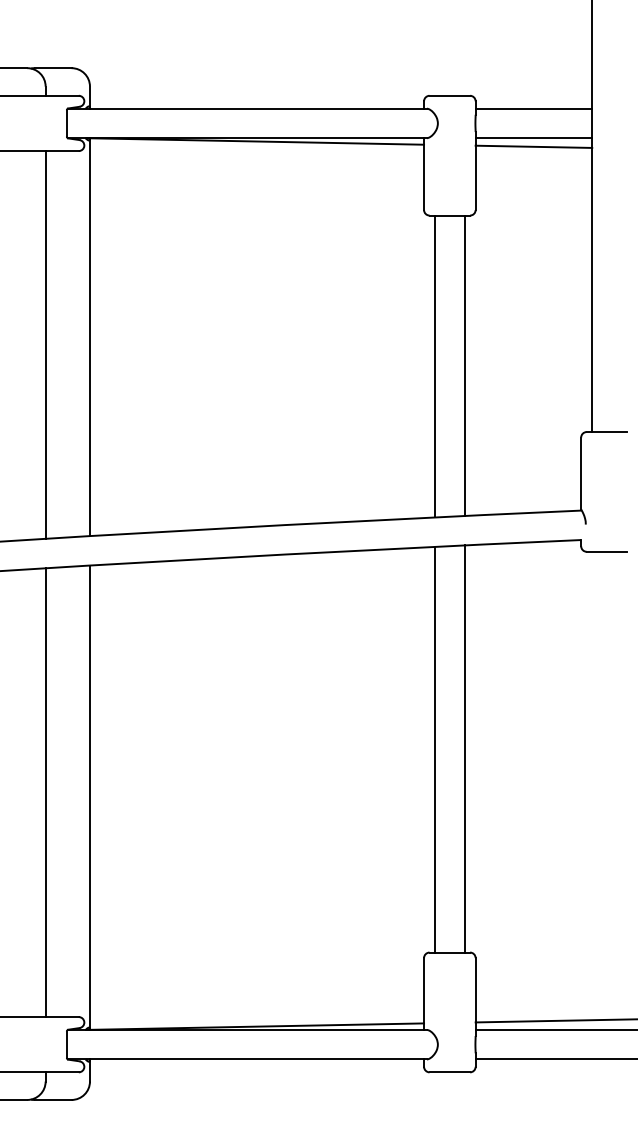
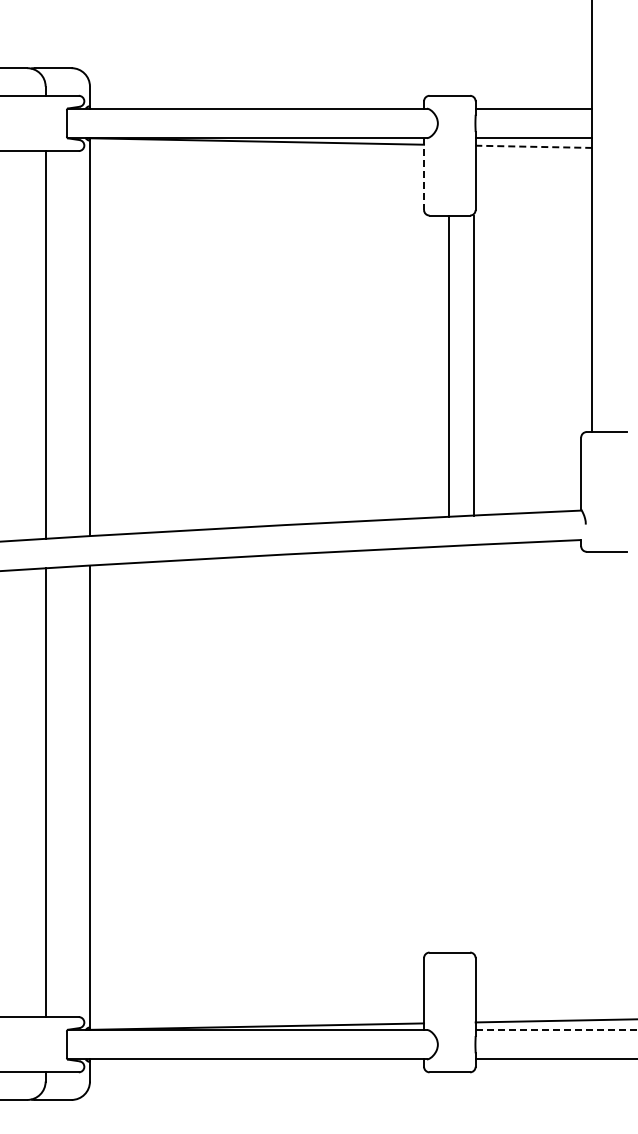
line at (533, 146): solid -> dashed
line at (424, 174): solid -> dashed
line at (464, 365) position: (464, 365) -> (473, 365)
line at (435, 366) position: (435, 366) -> (449, 366)
line at (464, 748): present -> none
line at (435, 749): present -> none
line at (556, 1029): solid -> dashed
